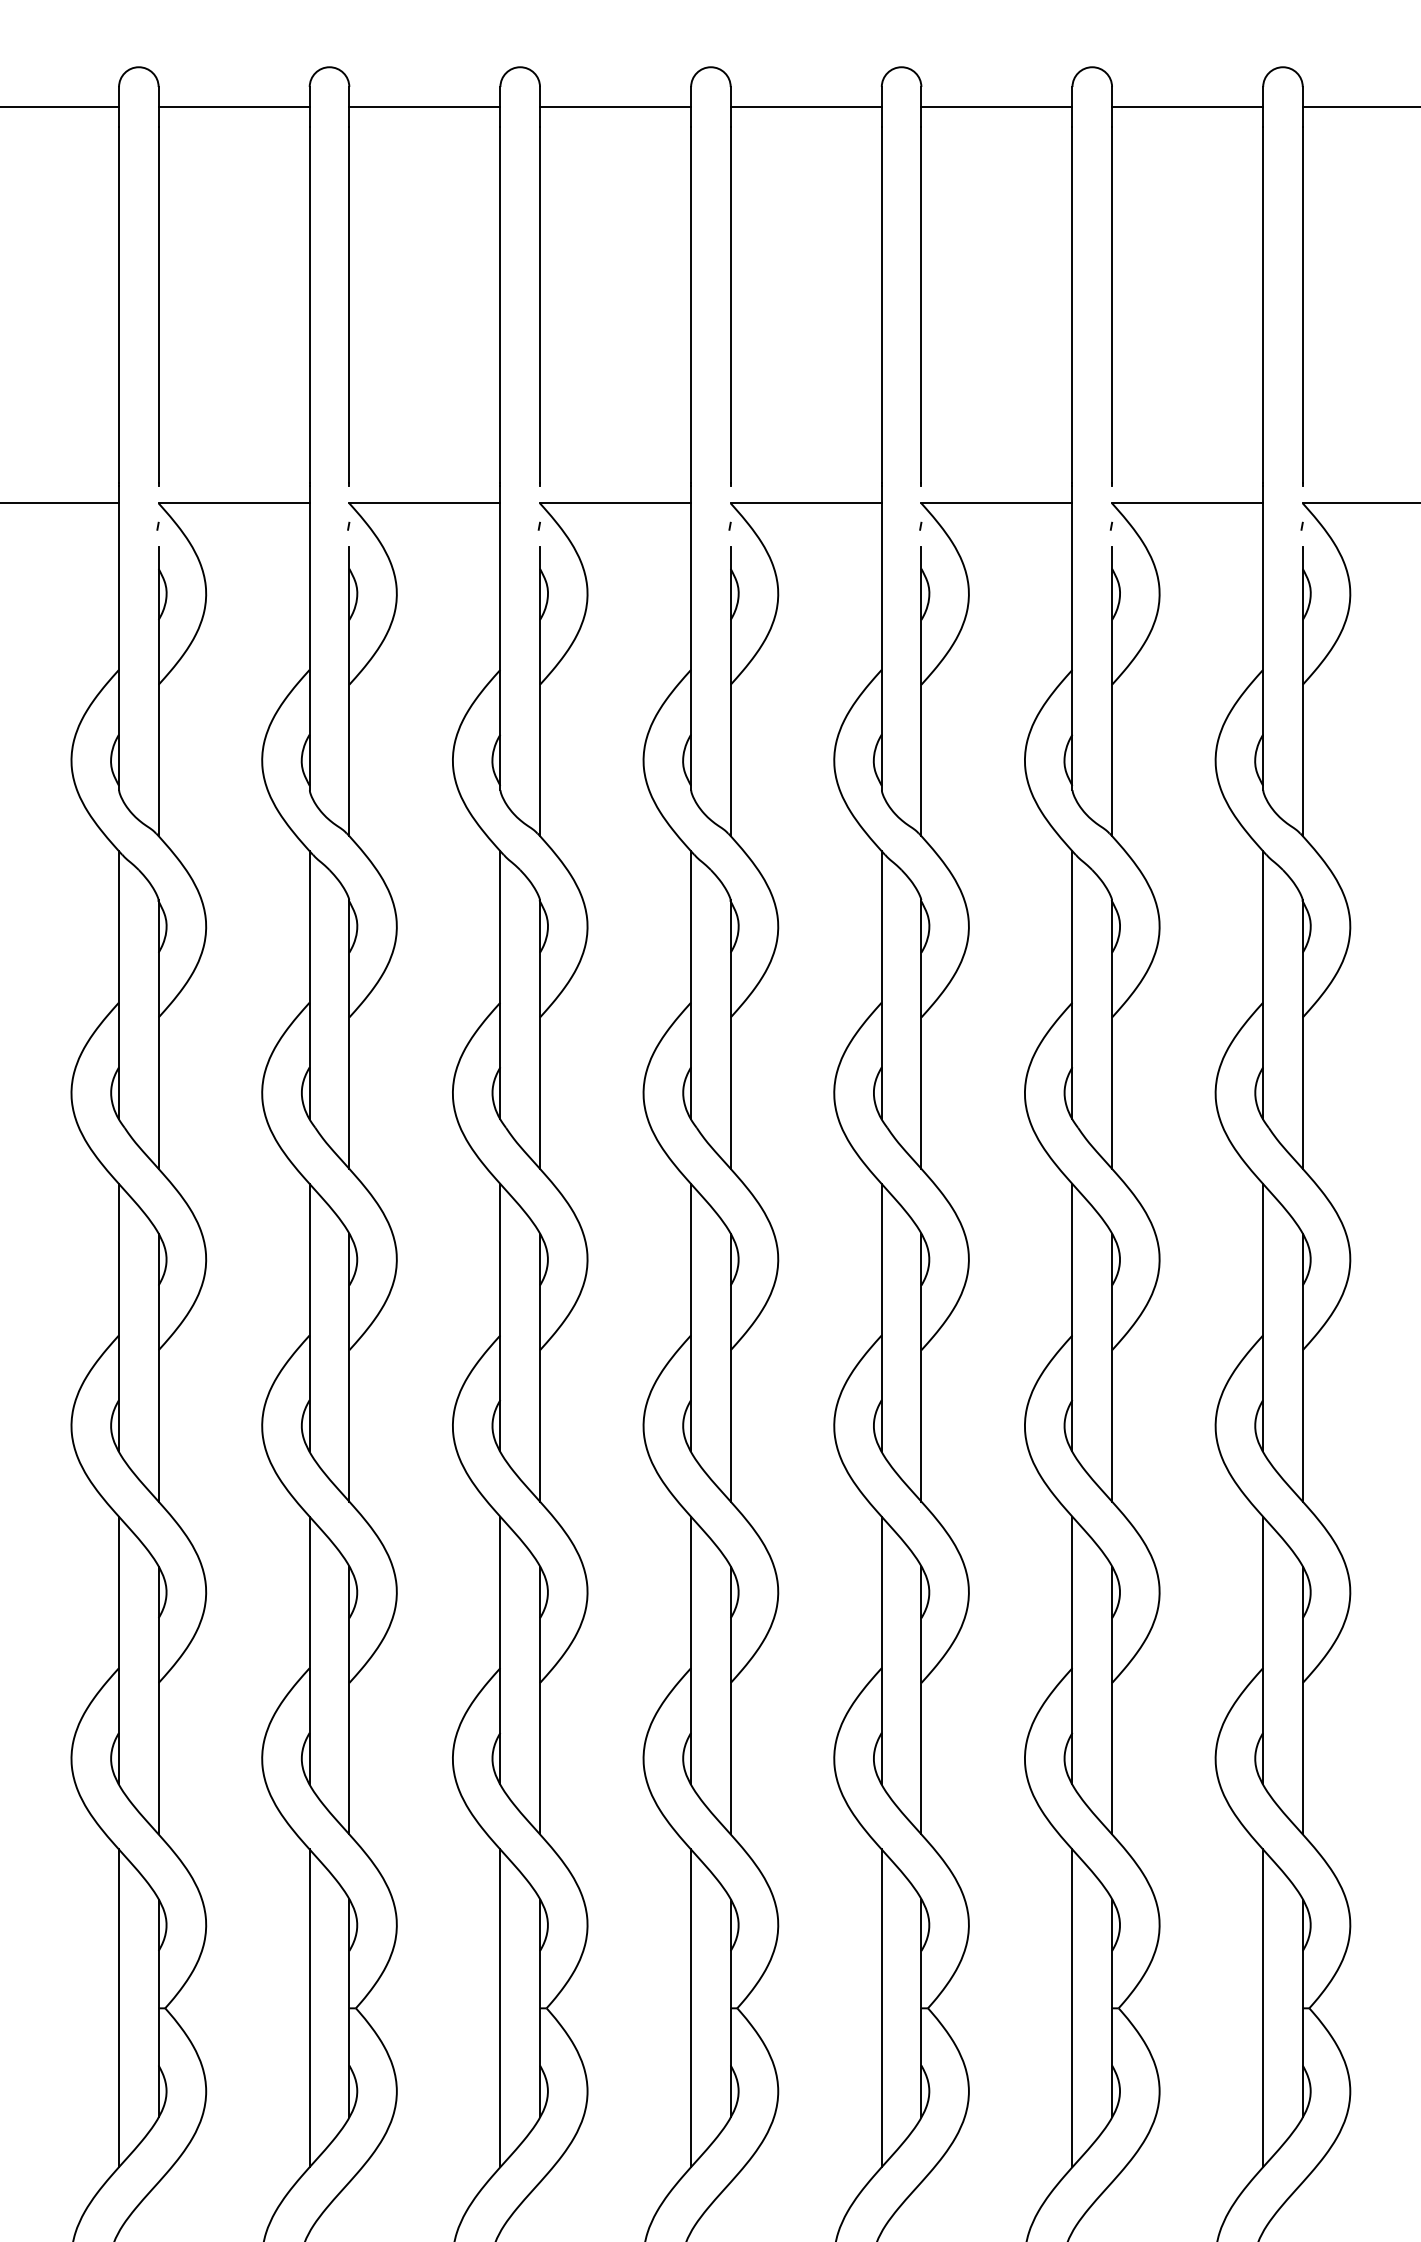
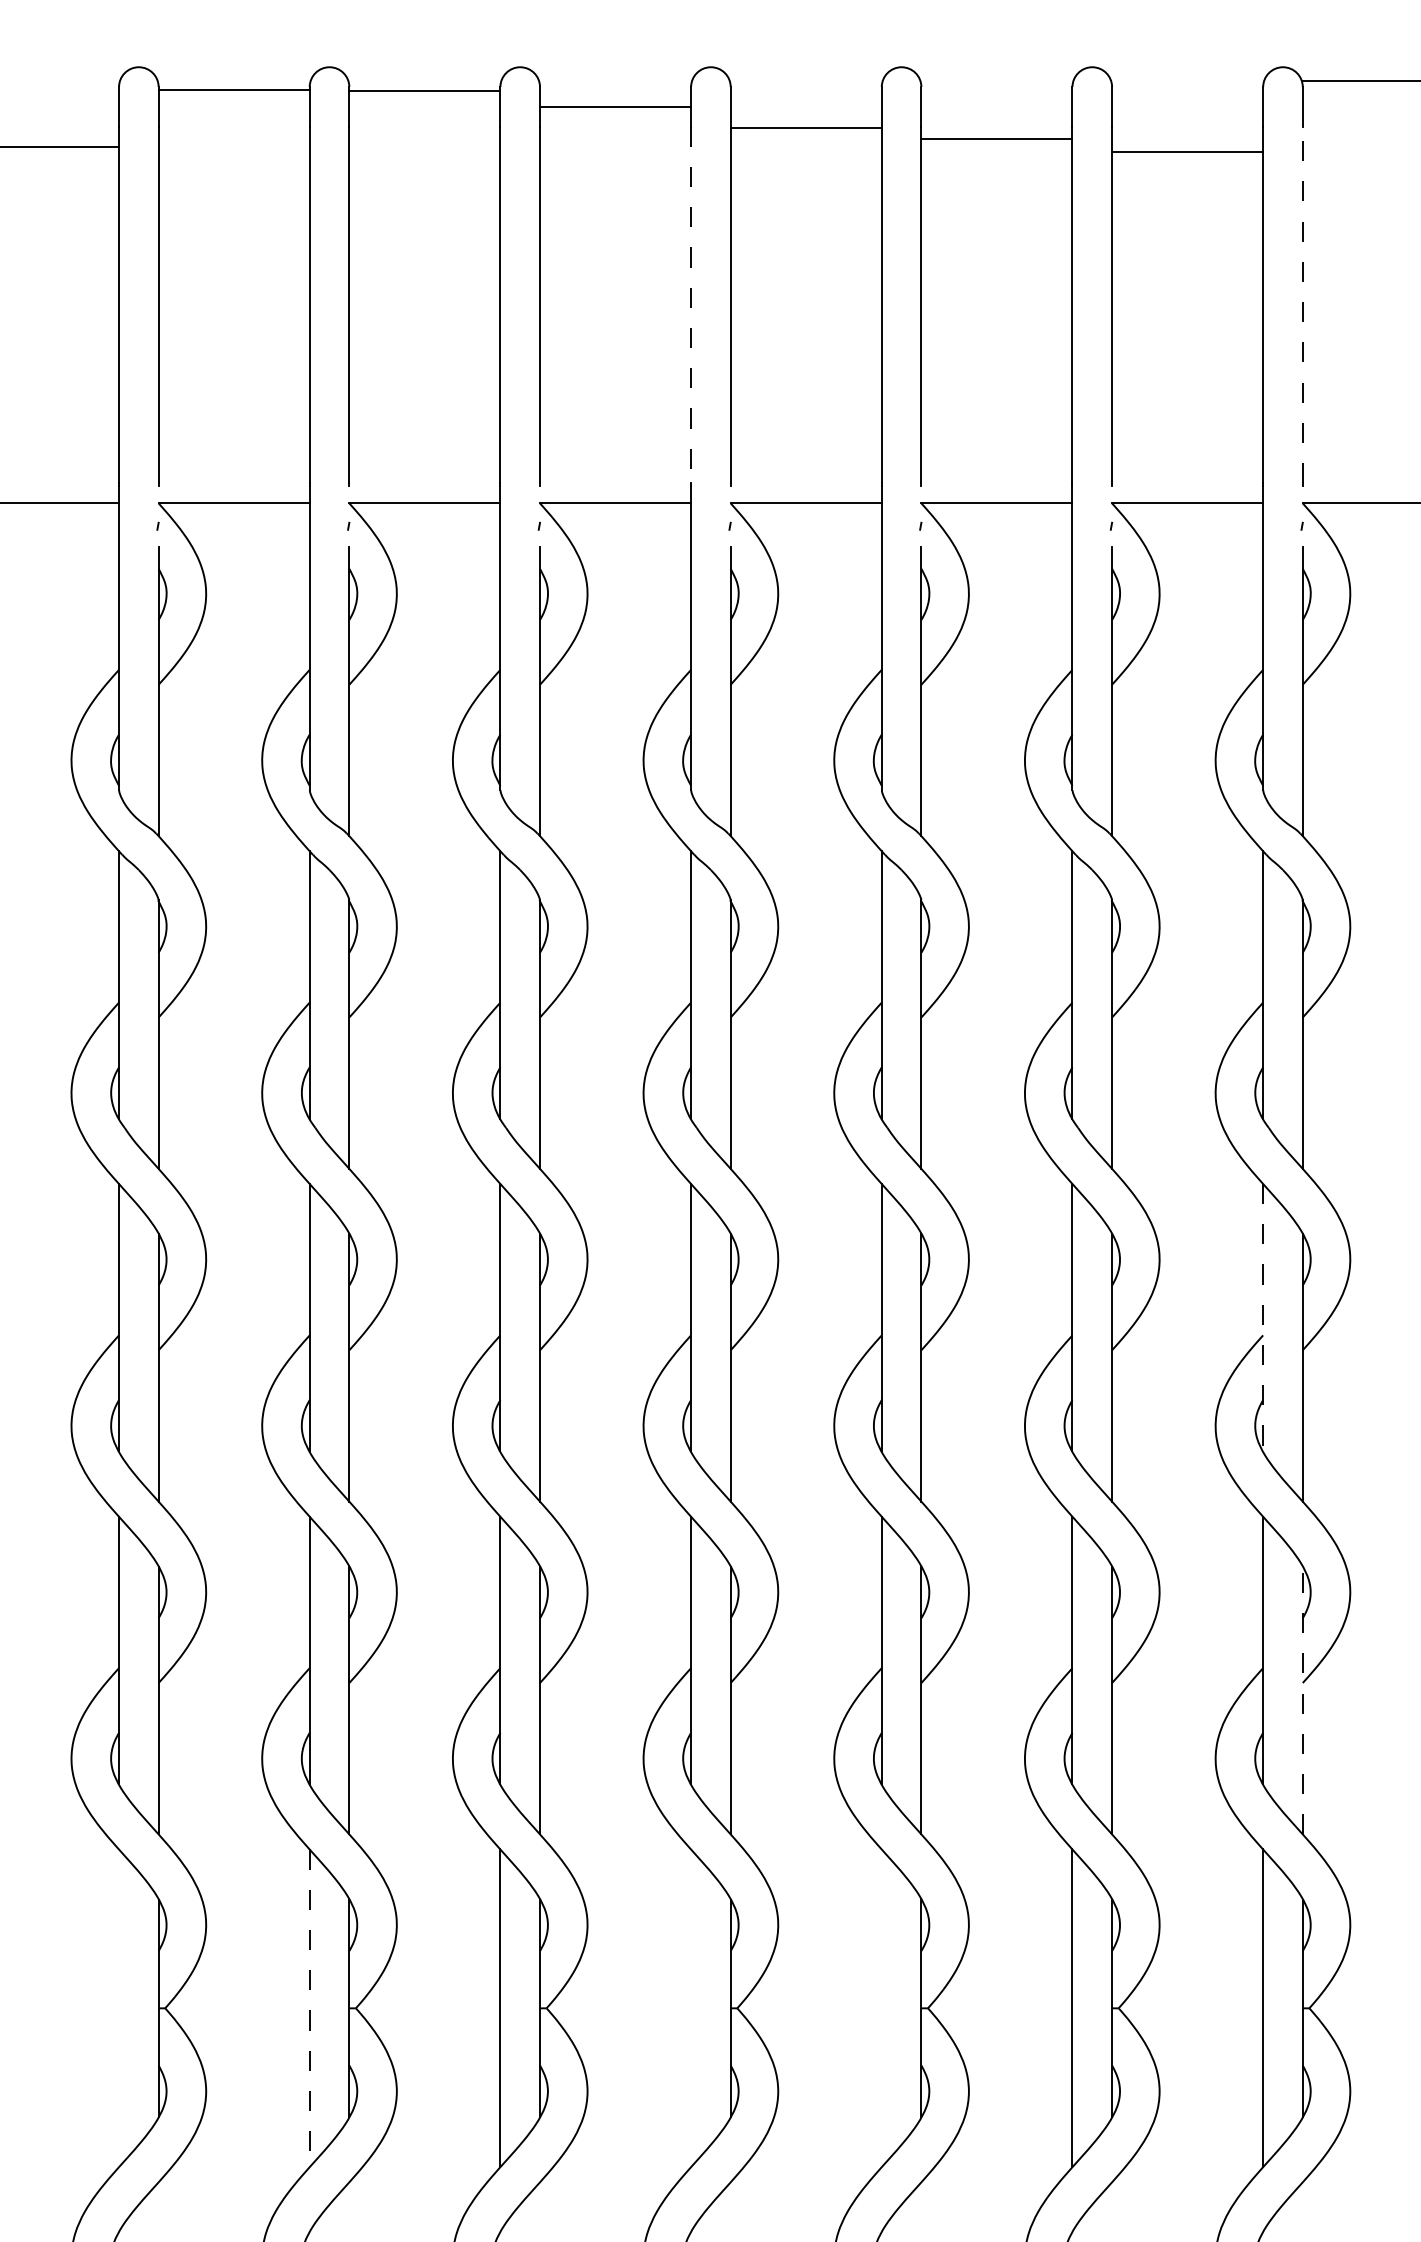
line at (60, 106) position: (60, 106) -> (60, 146)
line at (233, 106) position: (233, 106) -> (233, 89)
line at (424, 106) position: (424, 106) -> (424, 90)
line at (805, 106) position: (805, 106) -> (805, 127)
line at (996, 106) position: (996, 106) -> (996, 138)
line at (1187, 106) position: (1187, 106) -> (1187, 151)
line at (1359, 106) position: (1359, 106) -> (1359, 80)
line at (1302, 304): solid -> dashed
line at (691, 305): solid -> dashed
line at (1263, 1317): solid -> dashed
line at (1302, 1700): solid -> dashed
line at (119, 2008): present -> none
line at (309, 2008): solid -> dashed
line at (691, 2008): present -> none
line at (881, 2008): present -> none
